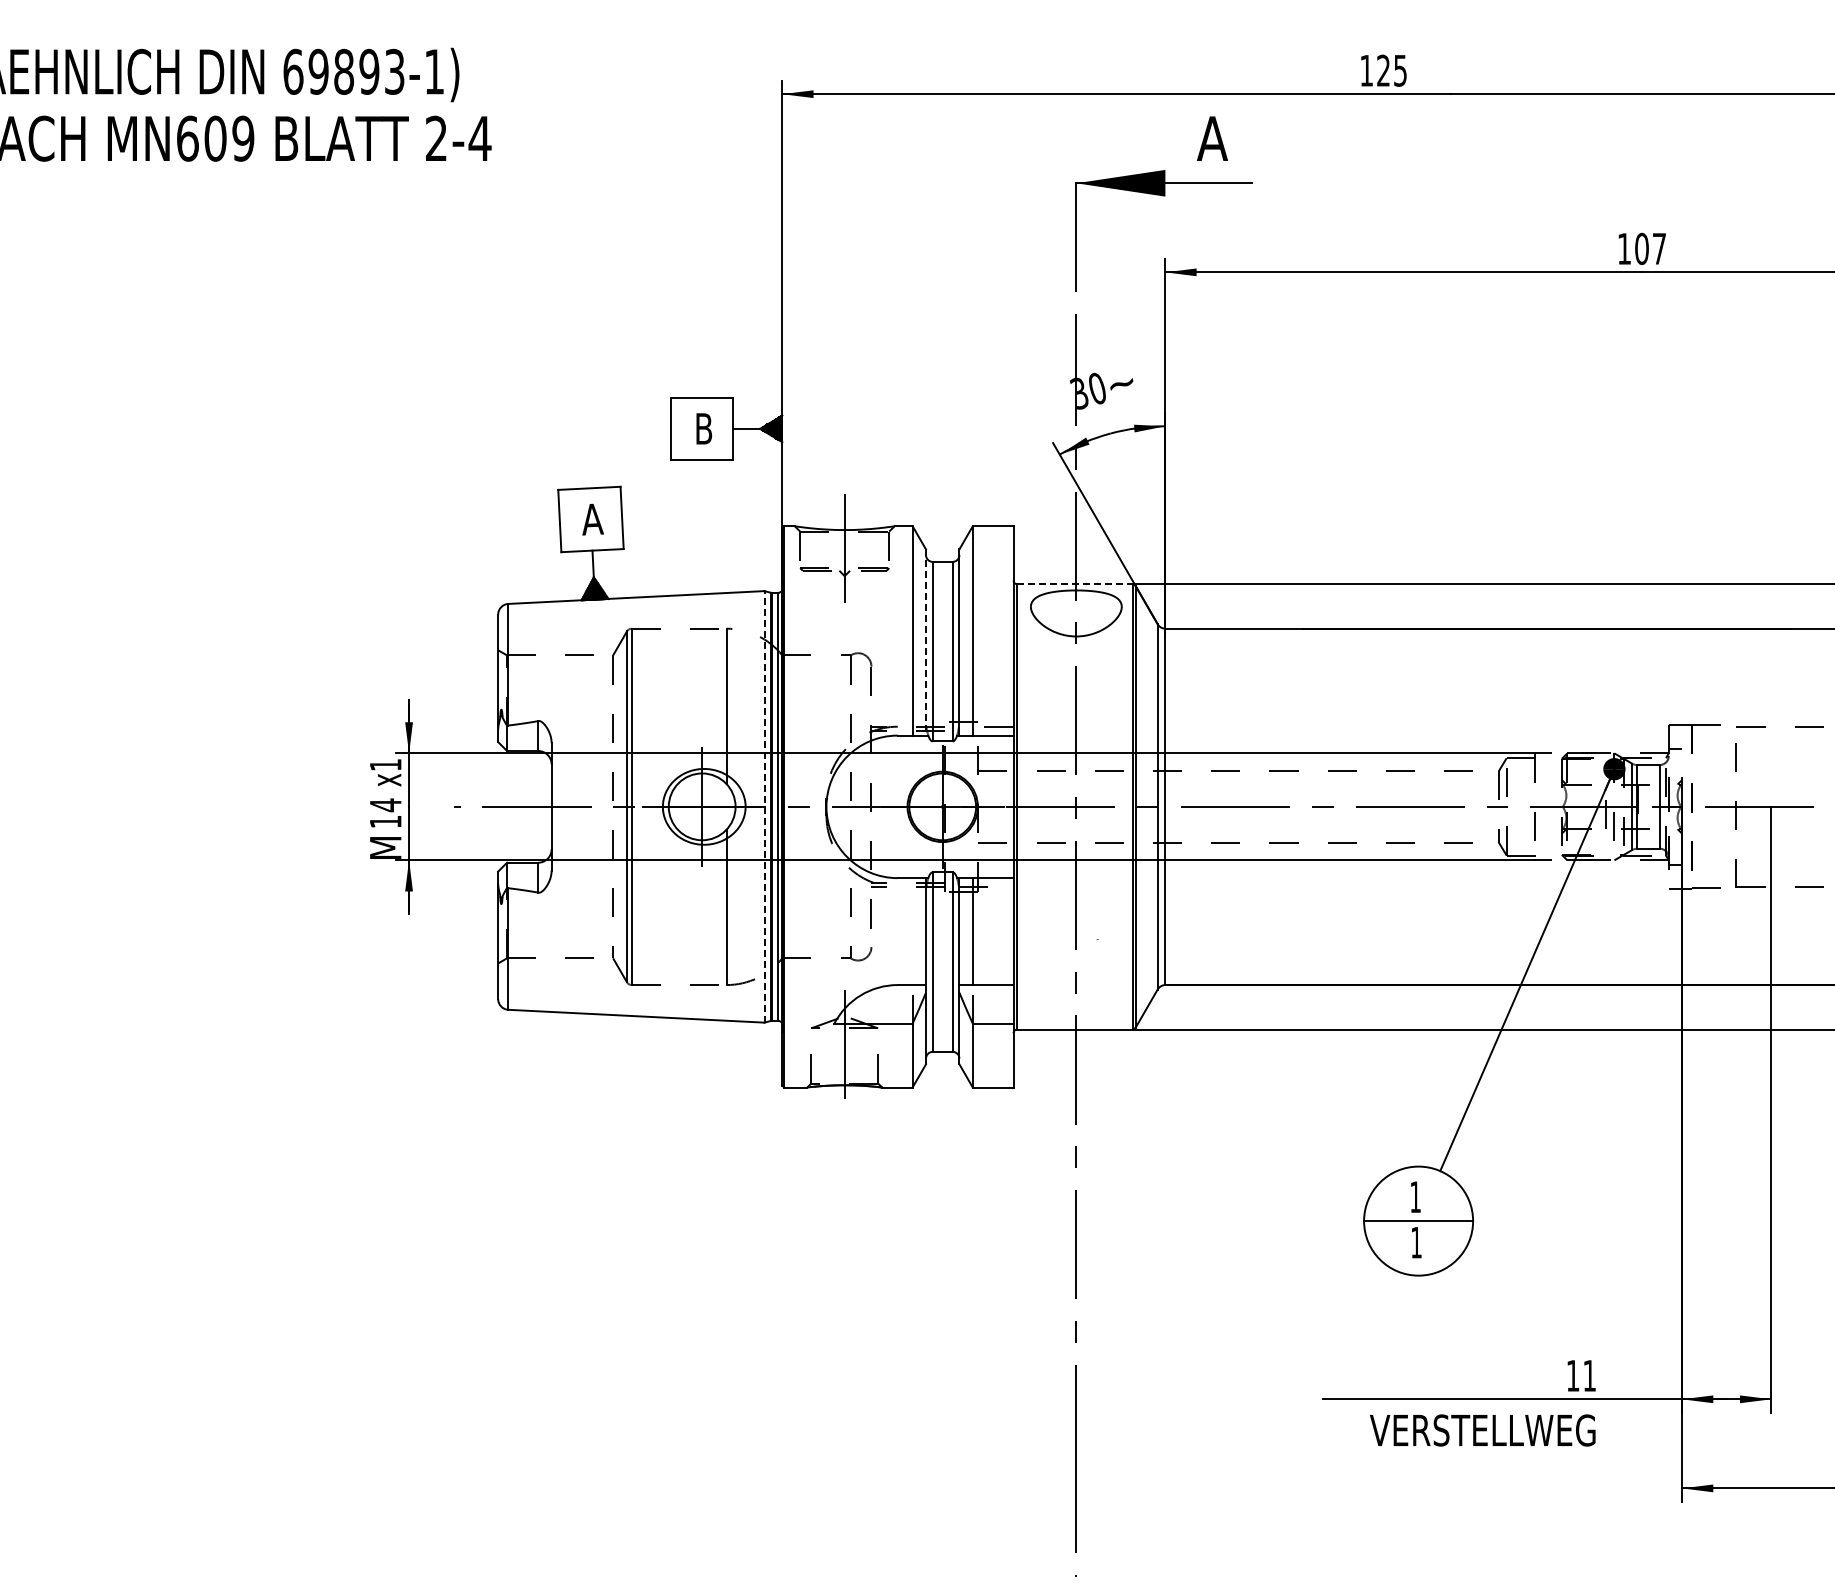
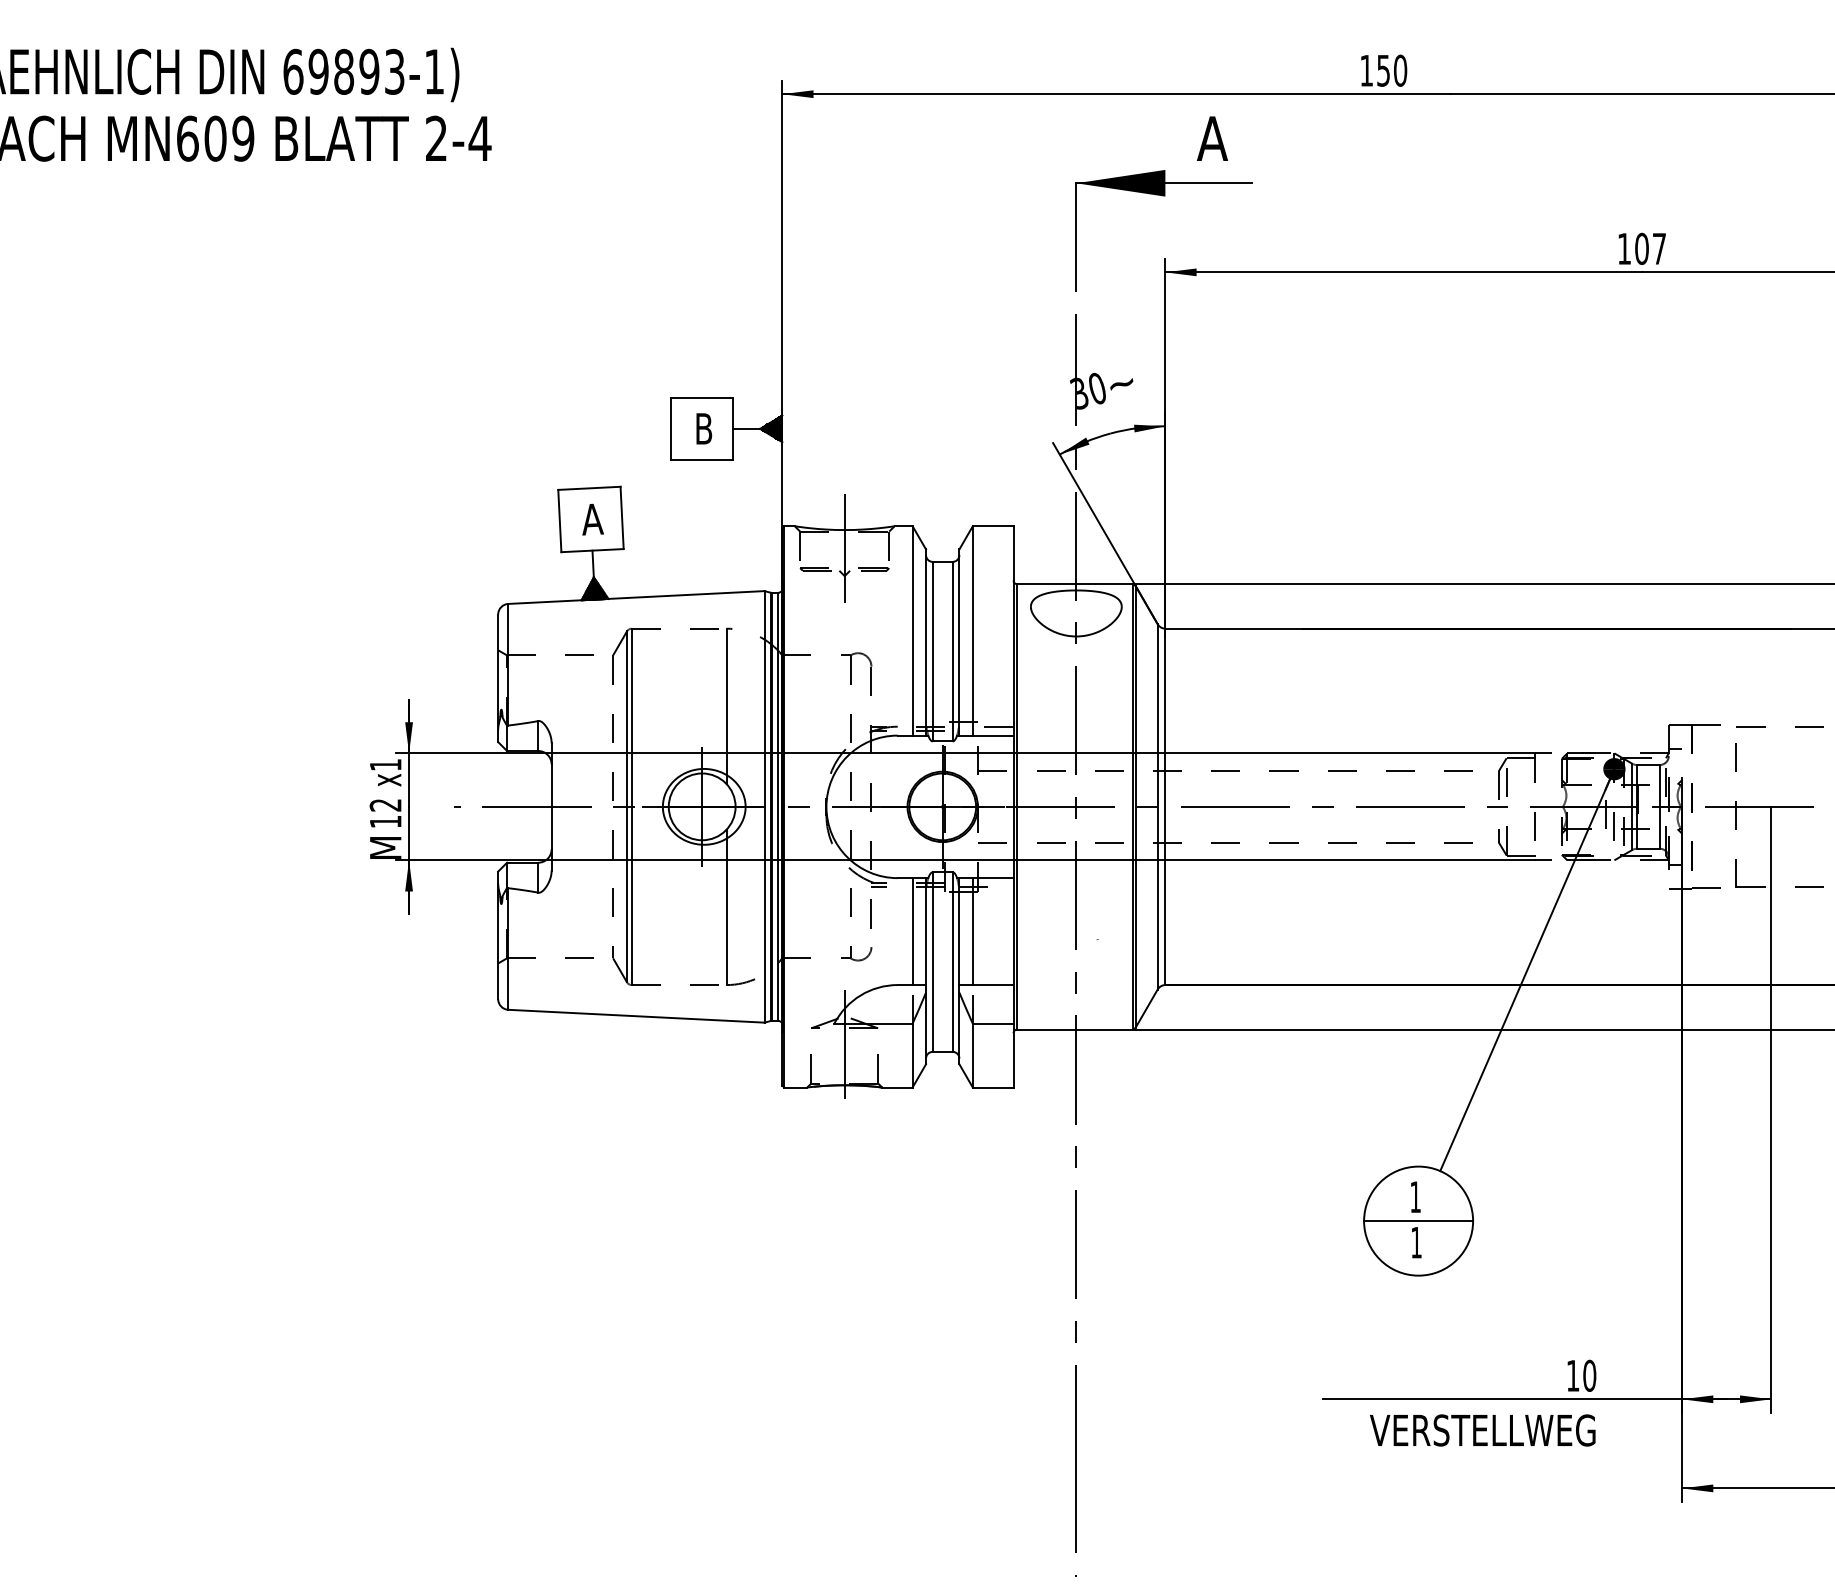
text at (1392, 70): 125 -> 150
line at (1074, 584): dashed -> solid
line at (926, 643): dashed -> solid
text at (385, 805): 14 -> 12
line at (764, 806): dashed -> solid
line at (912, 931): none -> present
text at (1589, 1375): 11 -> 10
